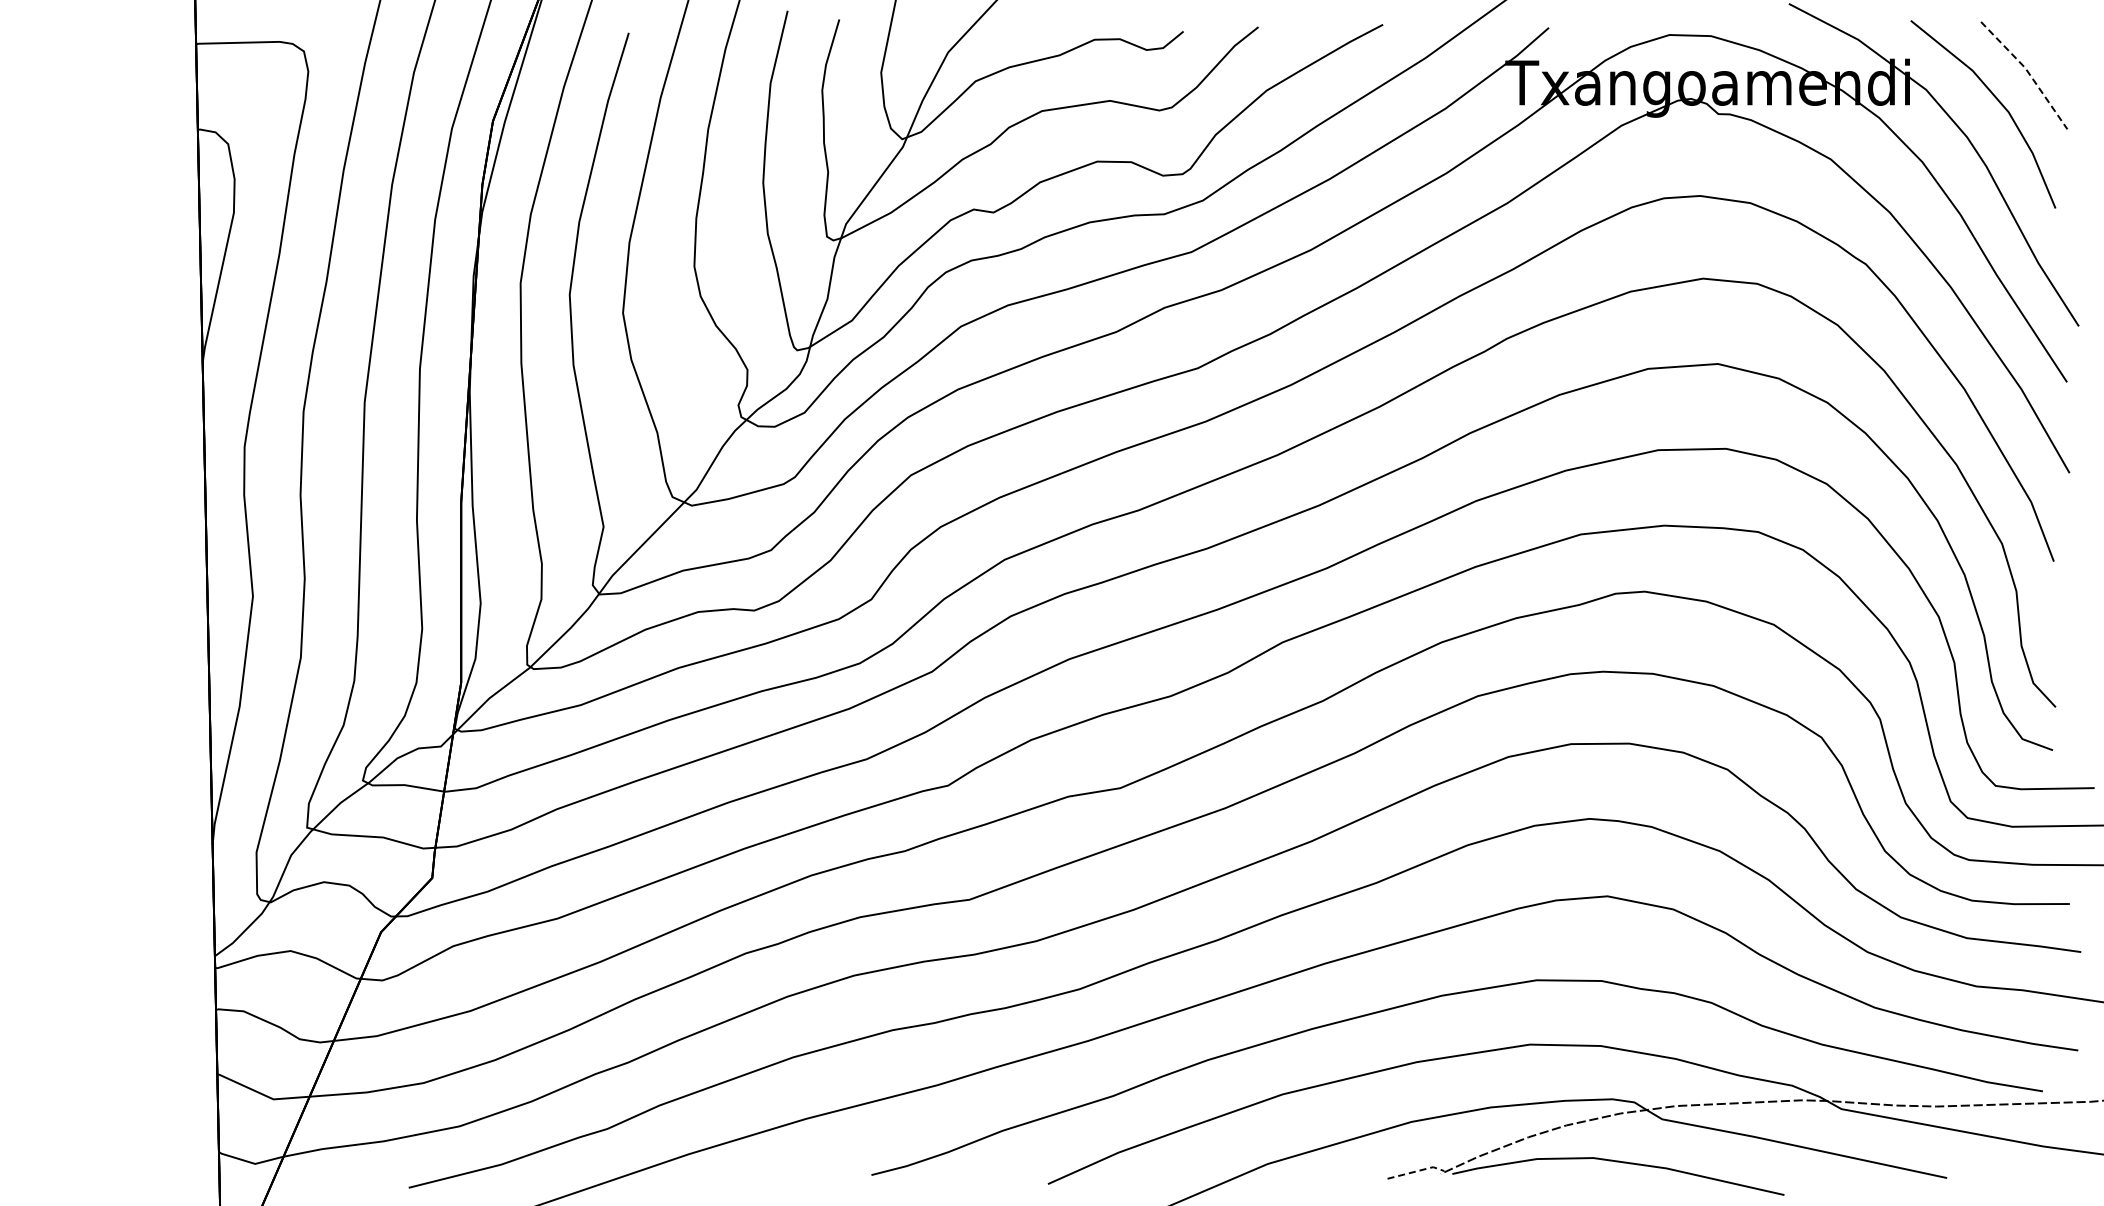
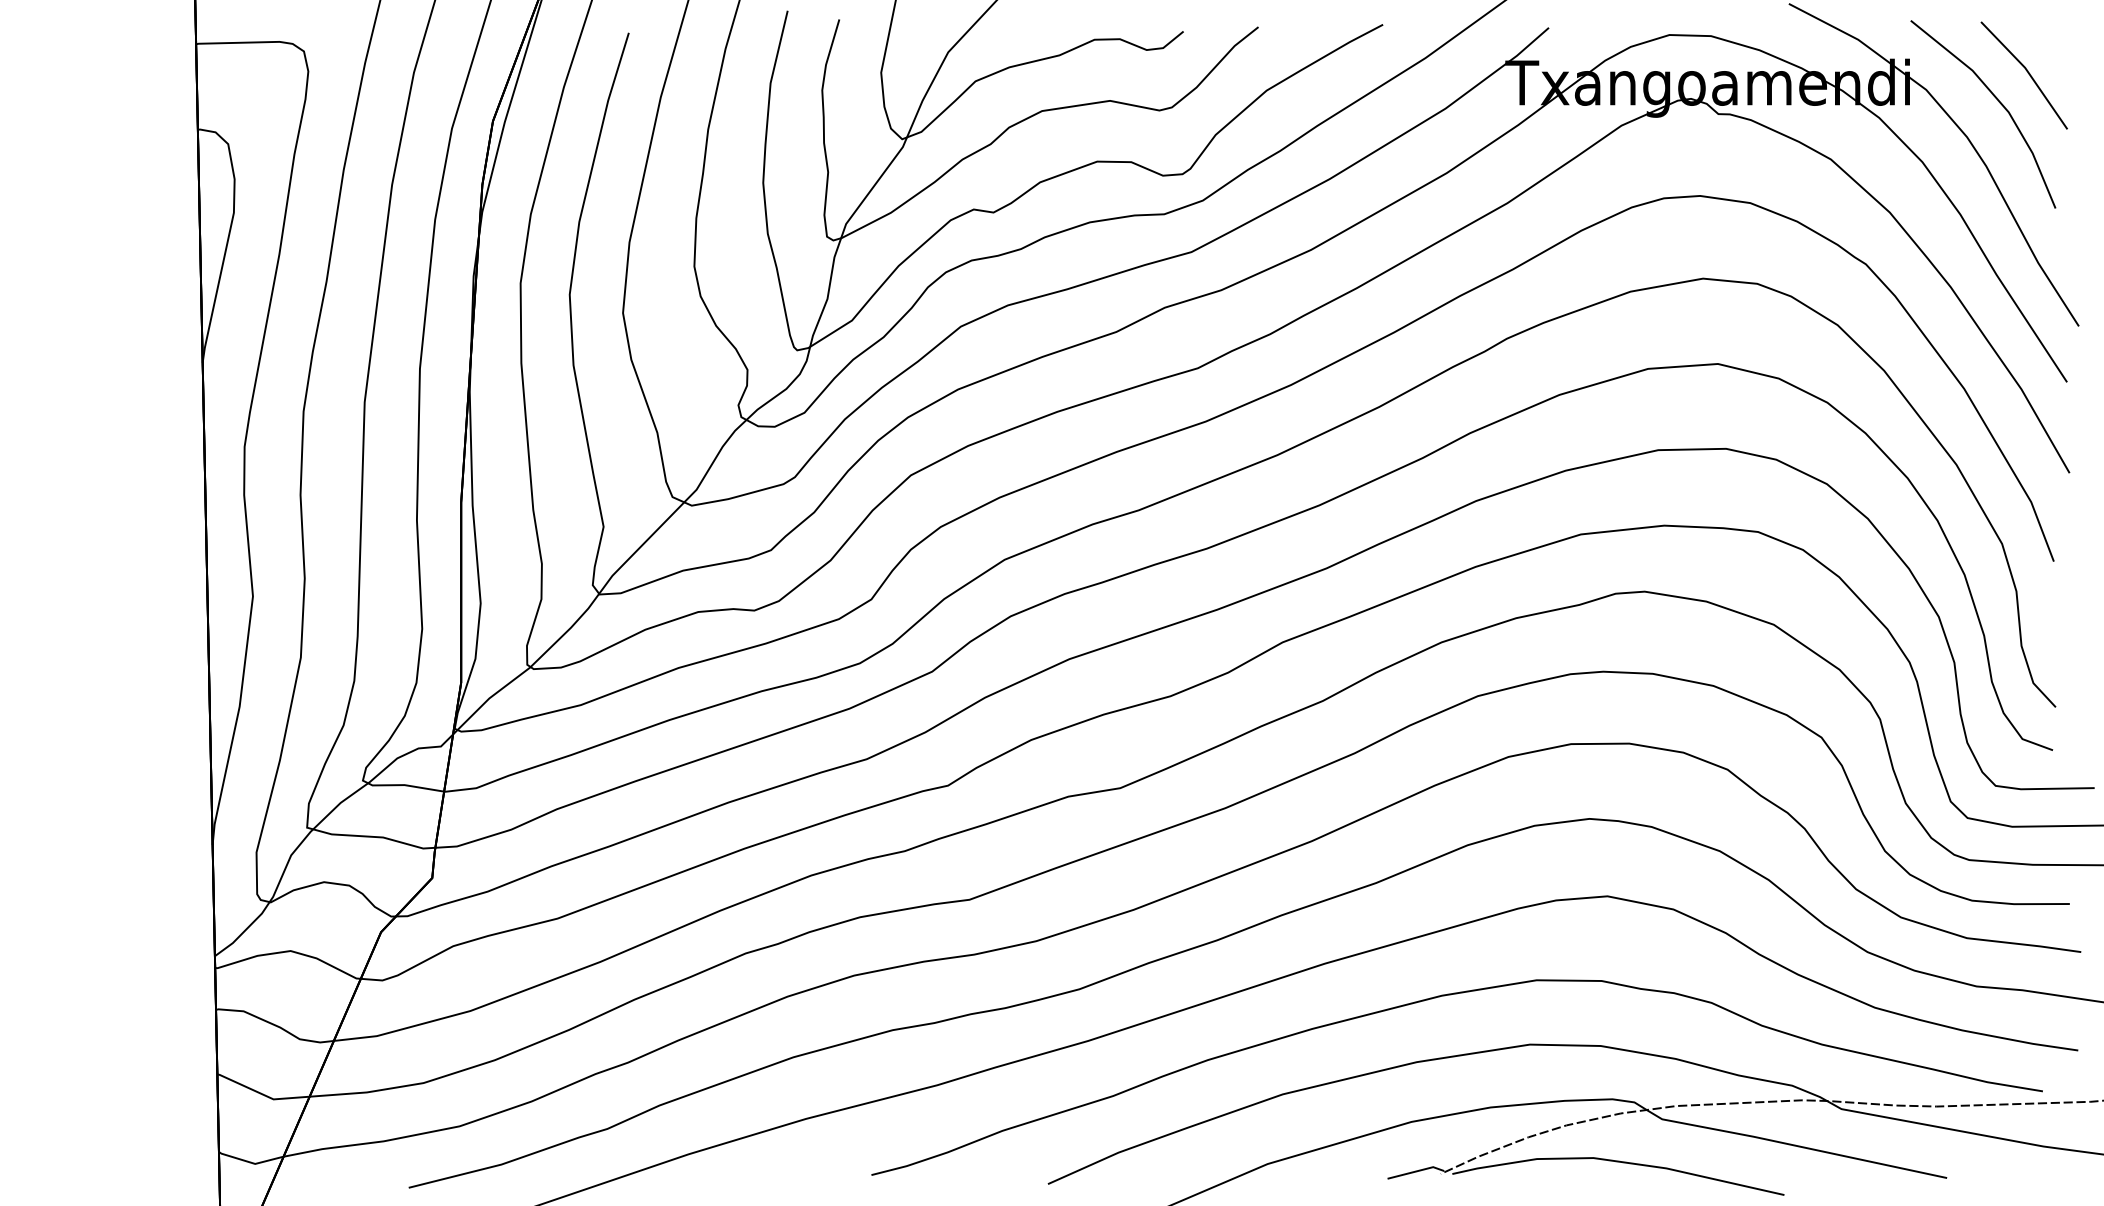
line at (2027, 71): dashed -> solid
line at (1417, 1171): dashed -> solid
